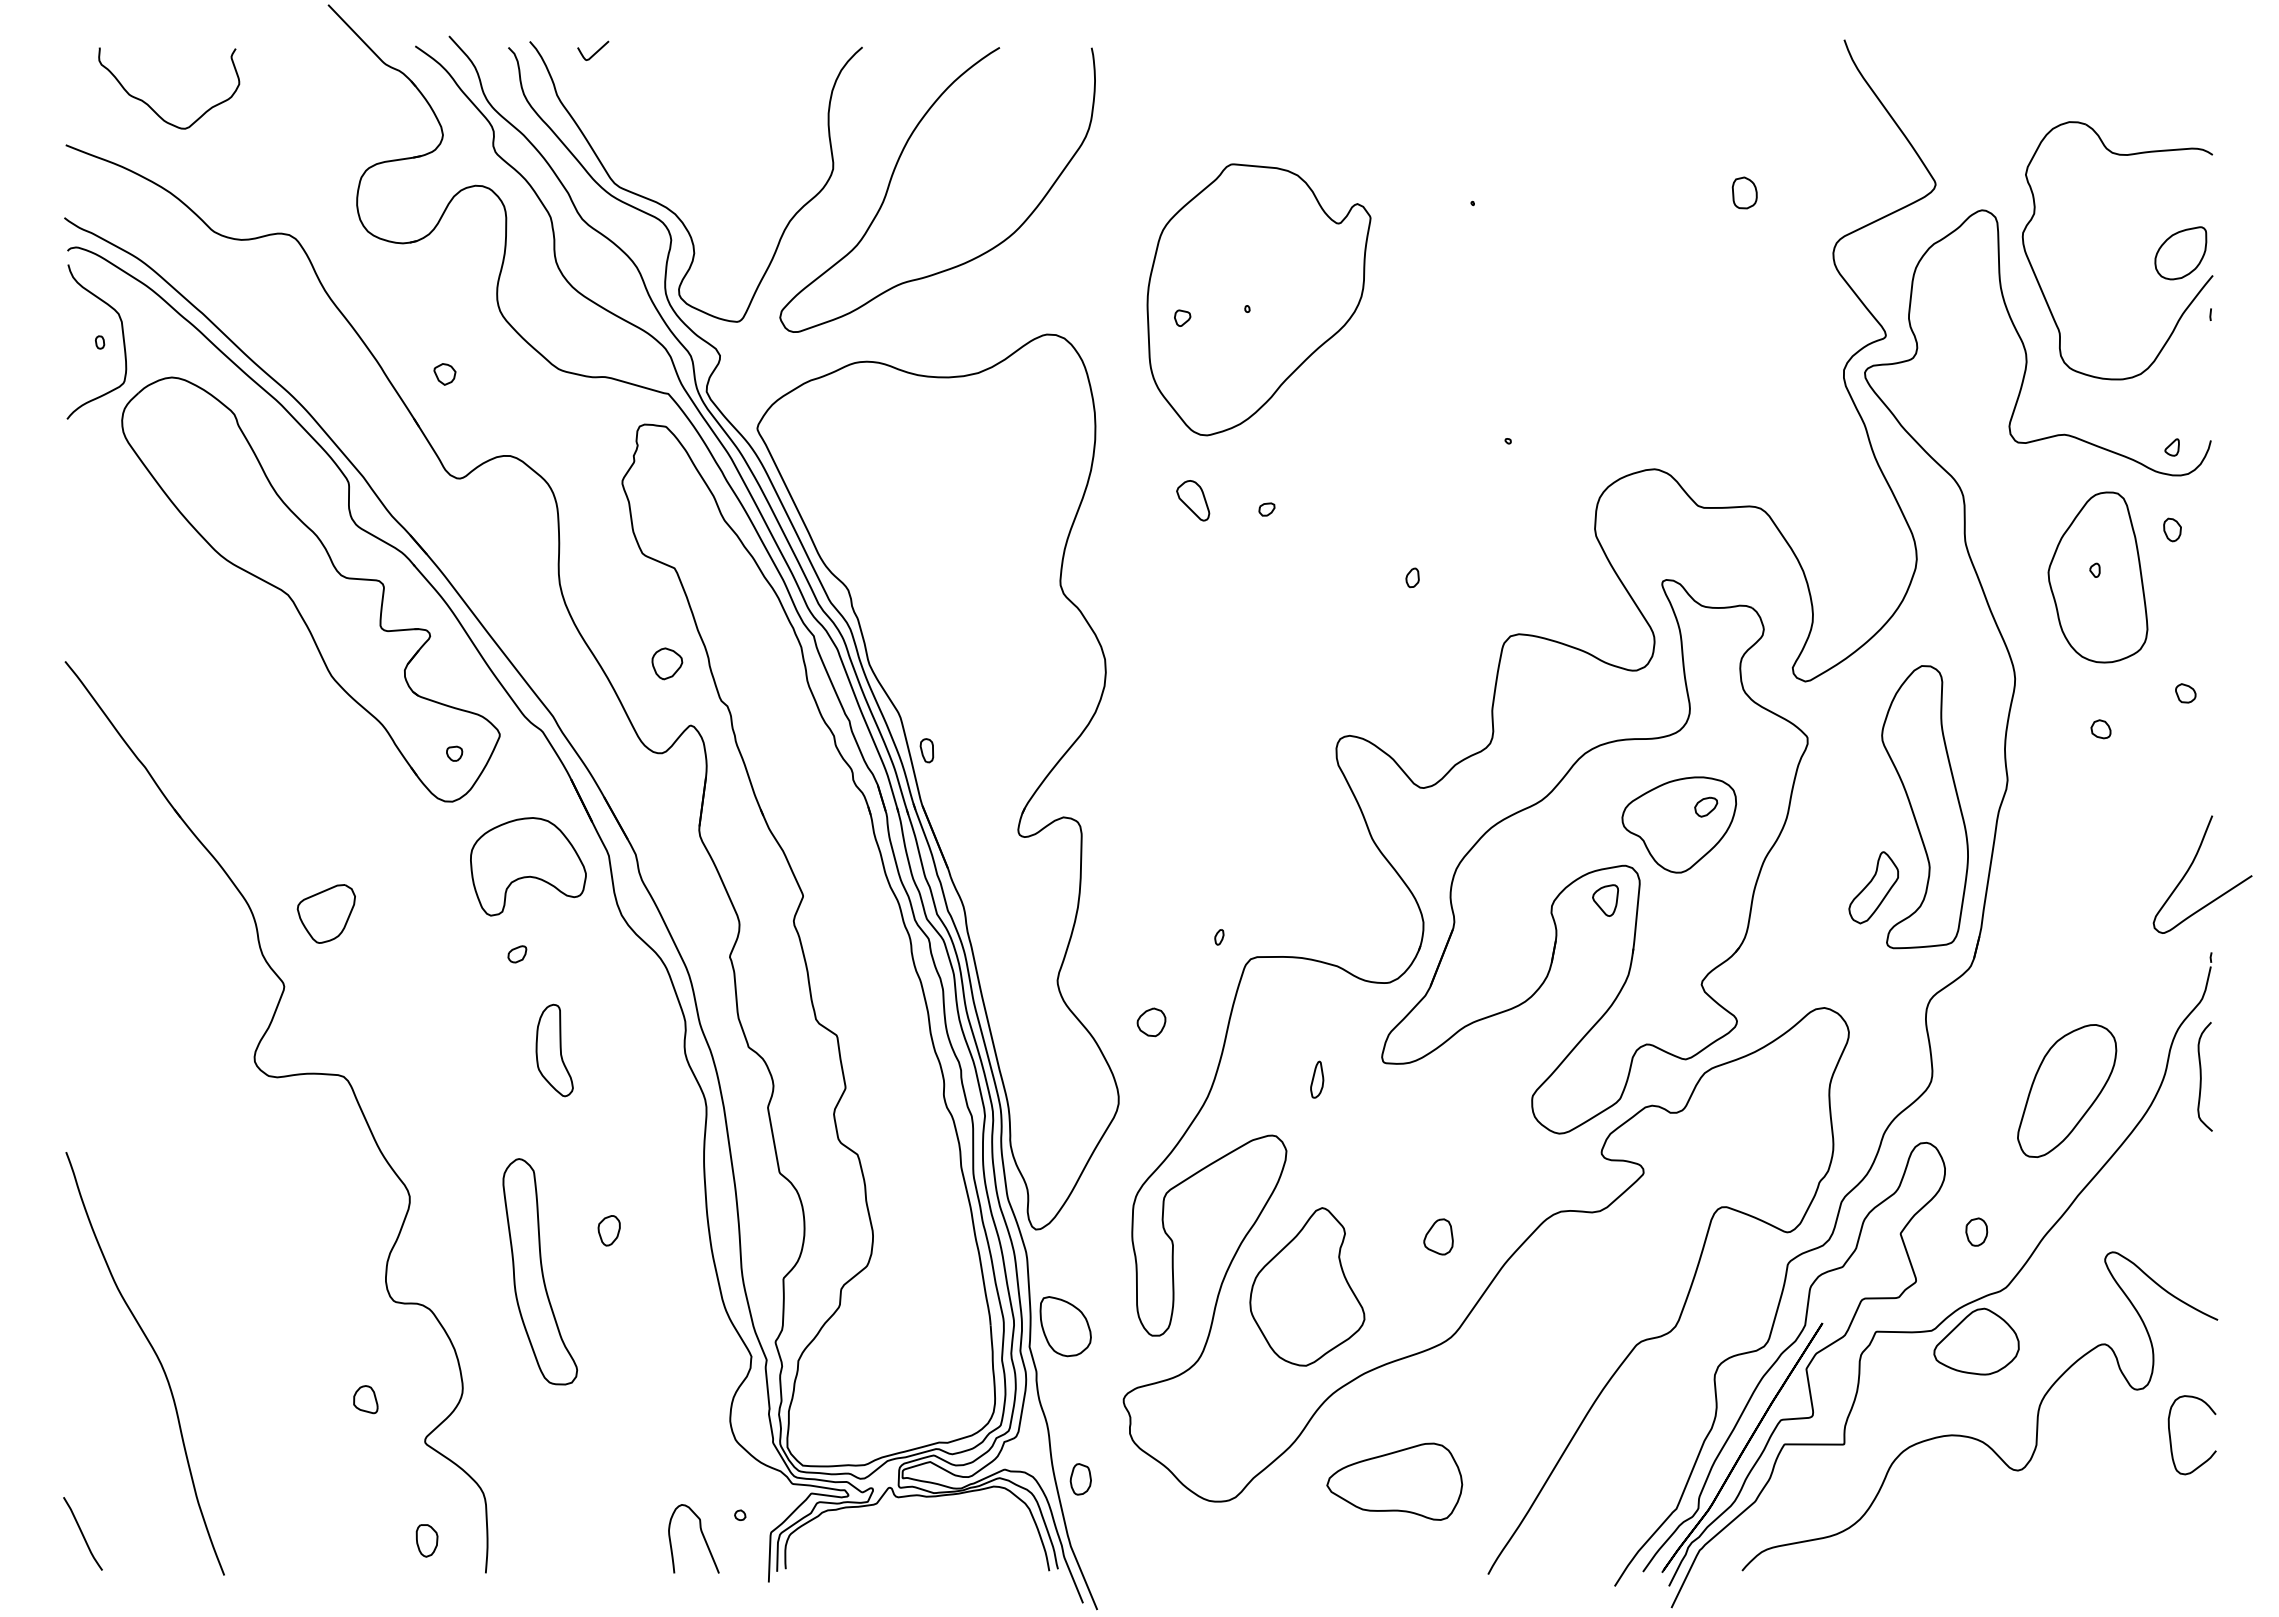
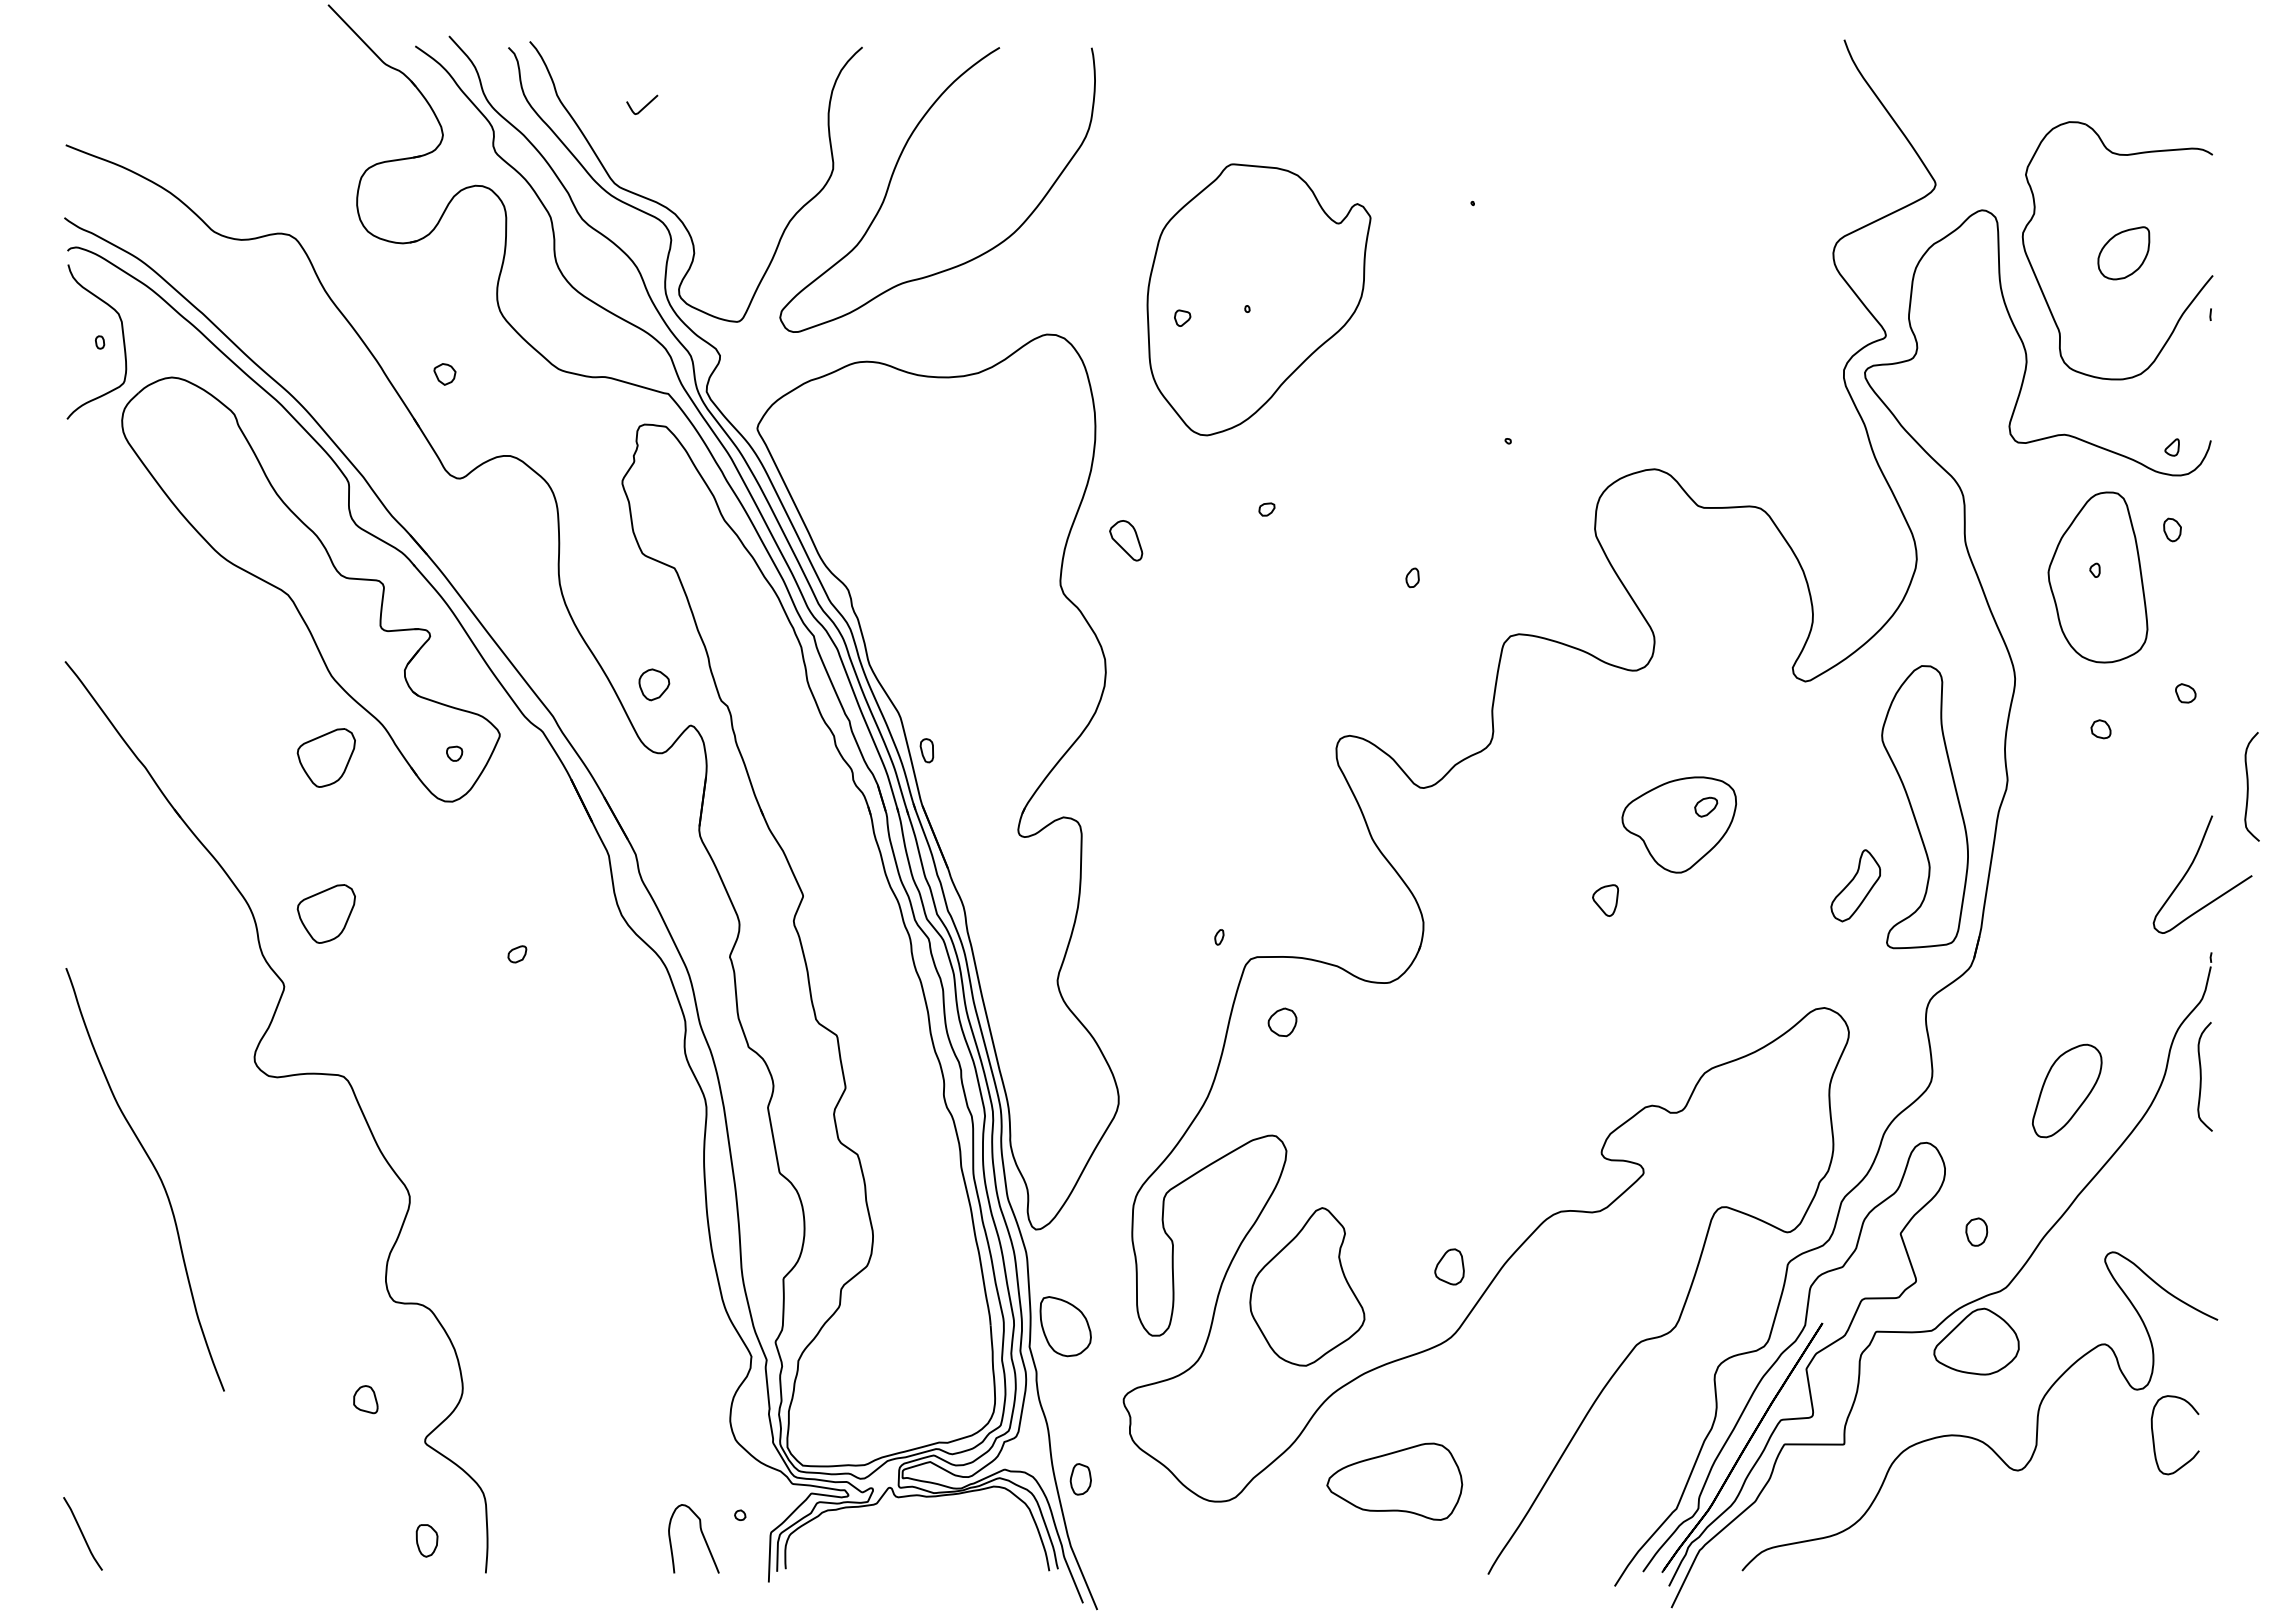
curve at (595, 52) position: (595, 52) -> (644, 106)
curve at (150, 106): present -> none
part at (1744, 192): present -> none
part at (2180, 253) position: (2180, 253) -> (2123, 253)
part at (1193, 500) position: (1193, 500) -> (1126, 540)
part at (667, 663) position: (667, 663) -> (654, 684)
part at (325, 757): none -> present
curve at (2248, 786): none -> present
part at (1594, 856): present -> none
part at (528, 866): present -> none
part at (1873, 887) position: (1873, 887) -> (1855, 885)
part at (1151, 1022) position: (1151, 1022) -> (1282, 1022)
part at (554, 1050): present -> none
part at (1317, 1079): present -> none
part at (2067, 1090) size: 101x134 px -> 71x96 px
part at (608, 1230): present -> none
part at (1438, 1236) position: (1438, 1236) -> (1449, 1266)
part at (540, 1271): present -> none
curve at (156, 1357) position: (156, 1357) -> (156, 1173)
curve at (2171, 1438) position: (2171, 1438) -> (2154, 1438)
